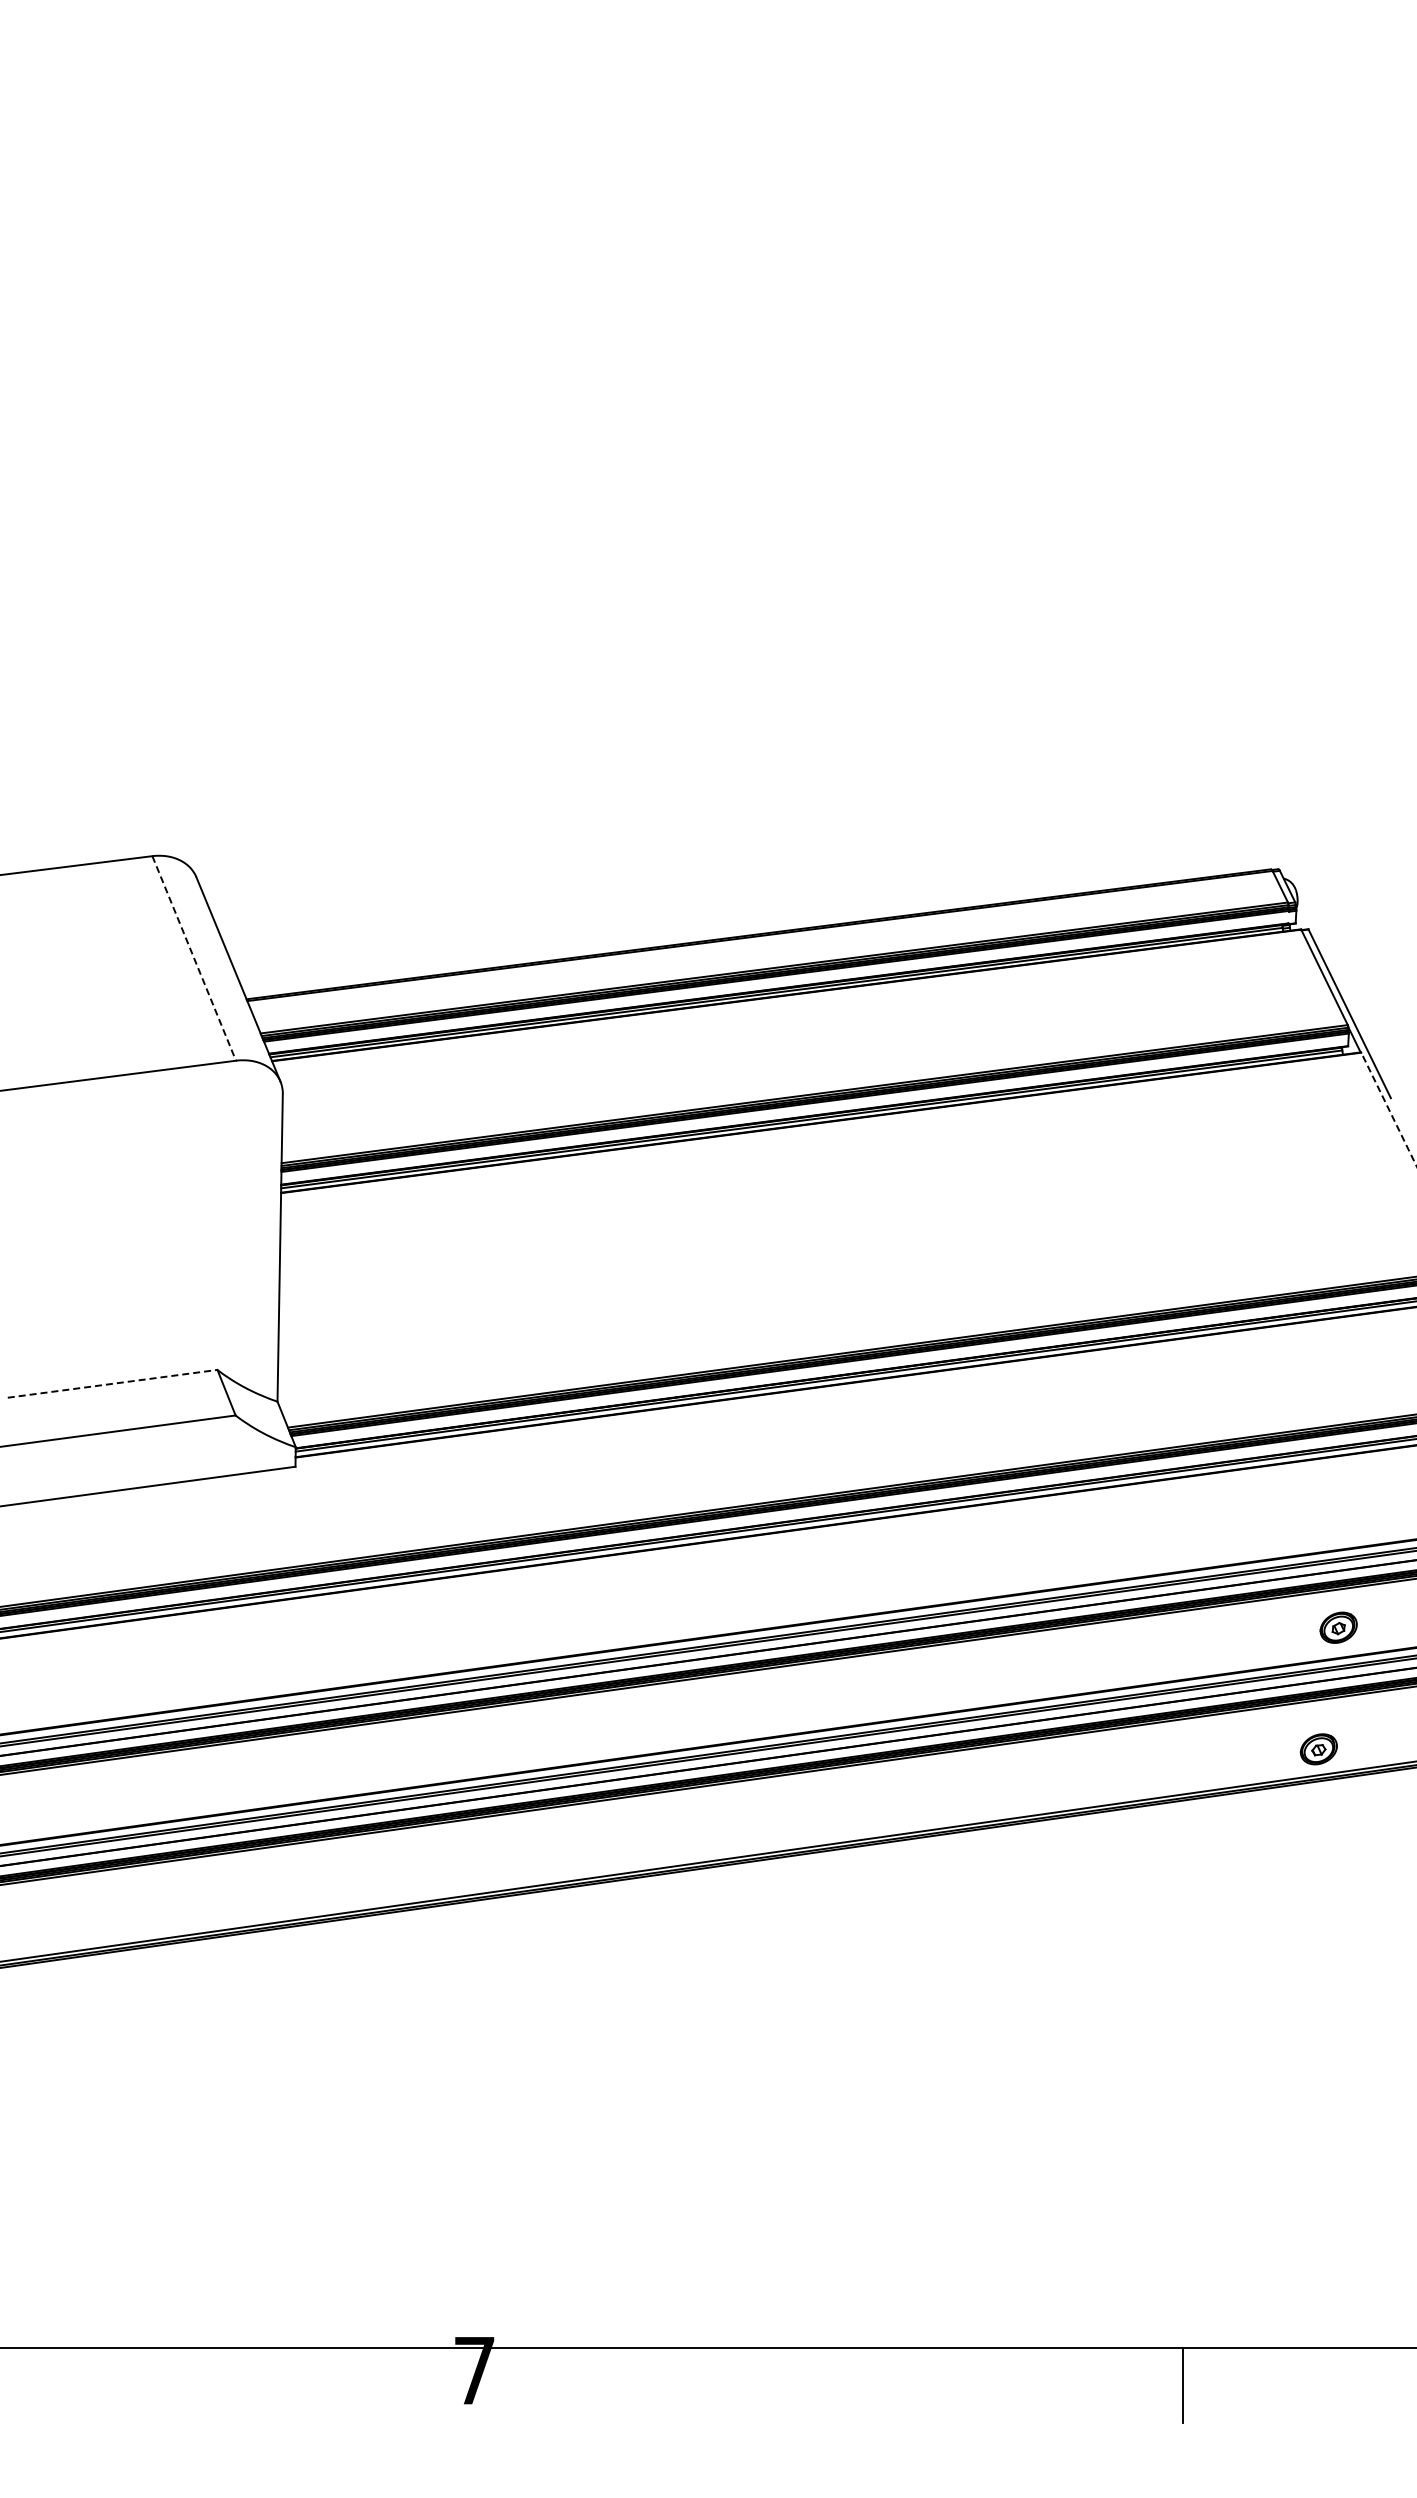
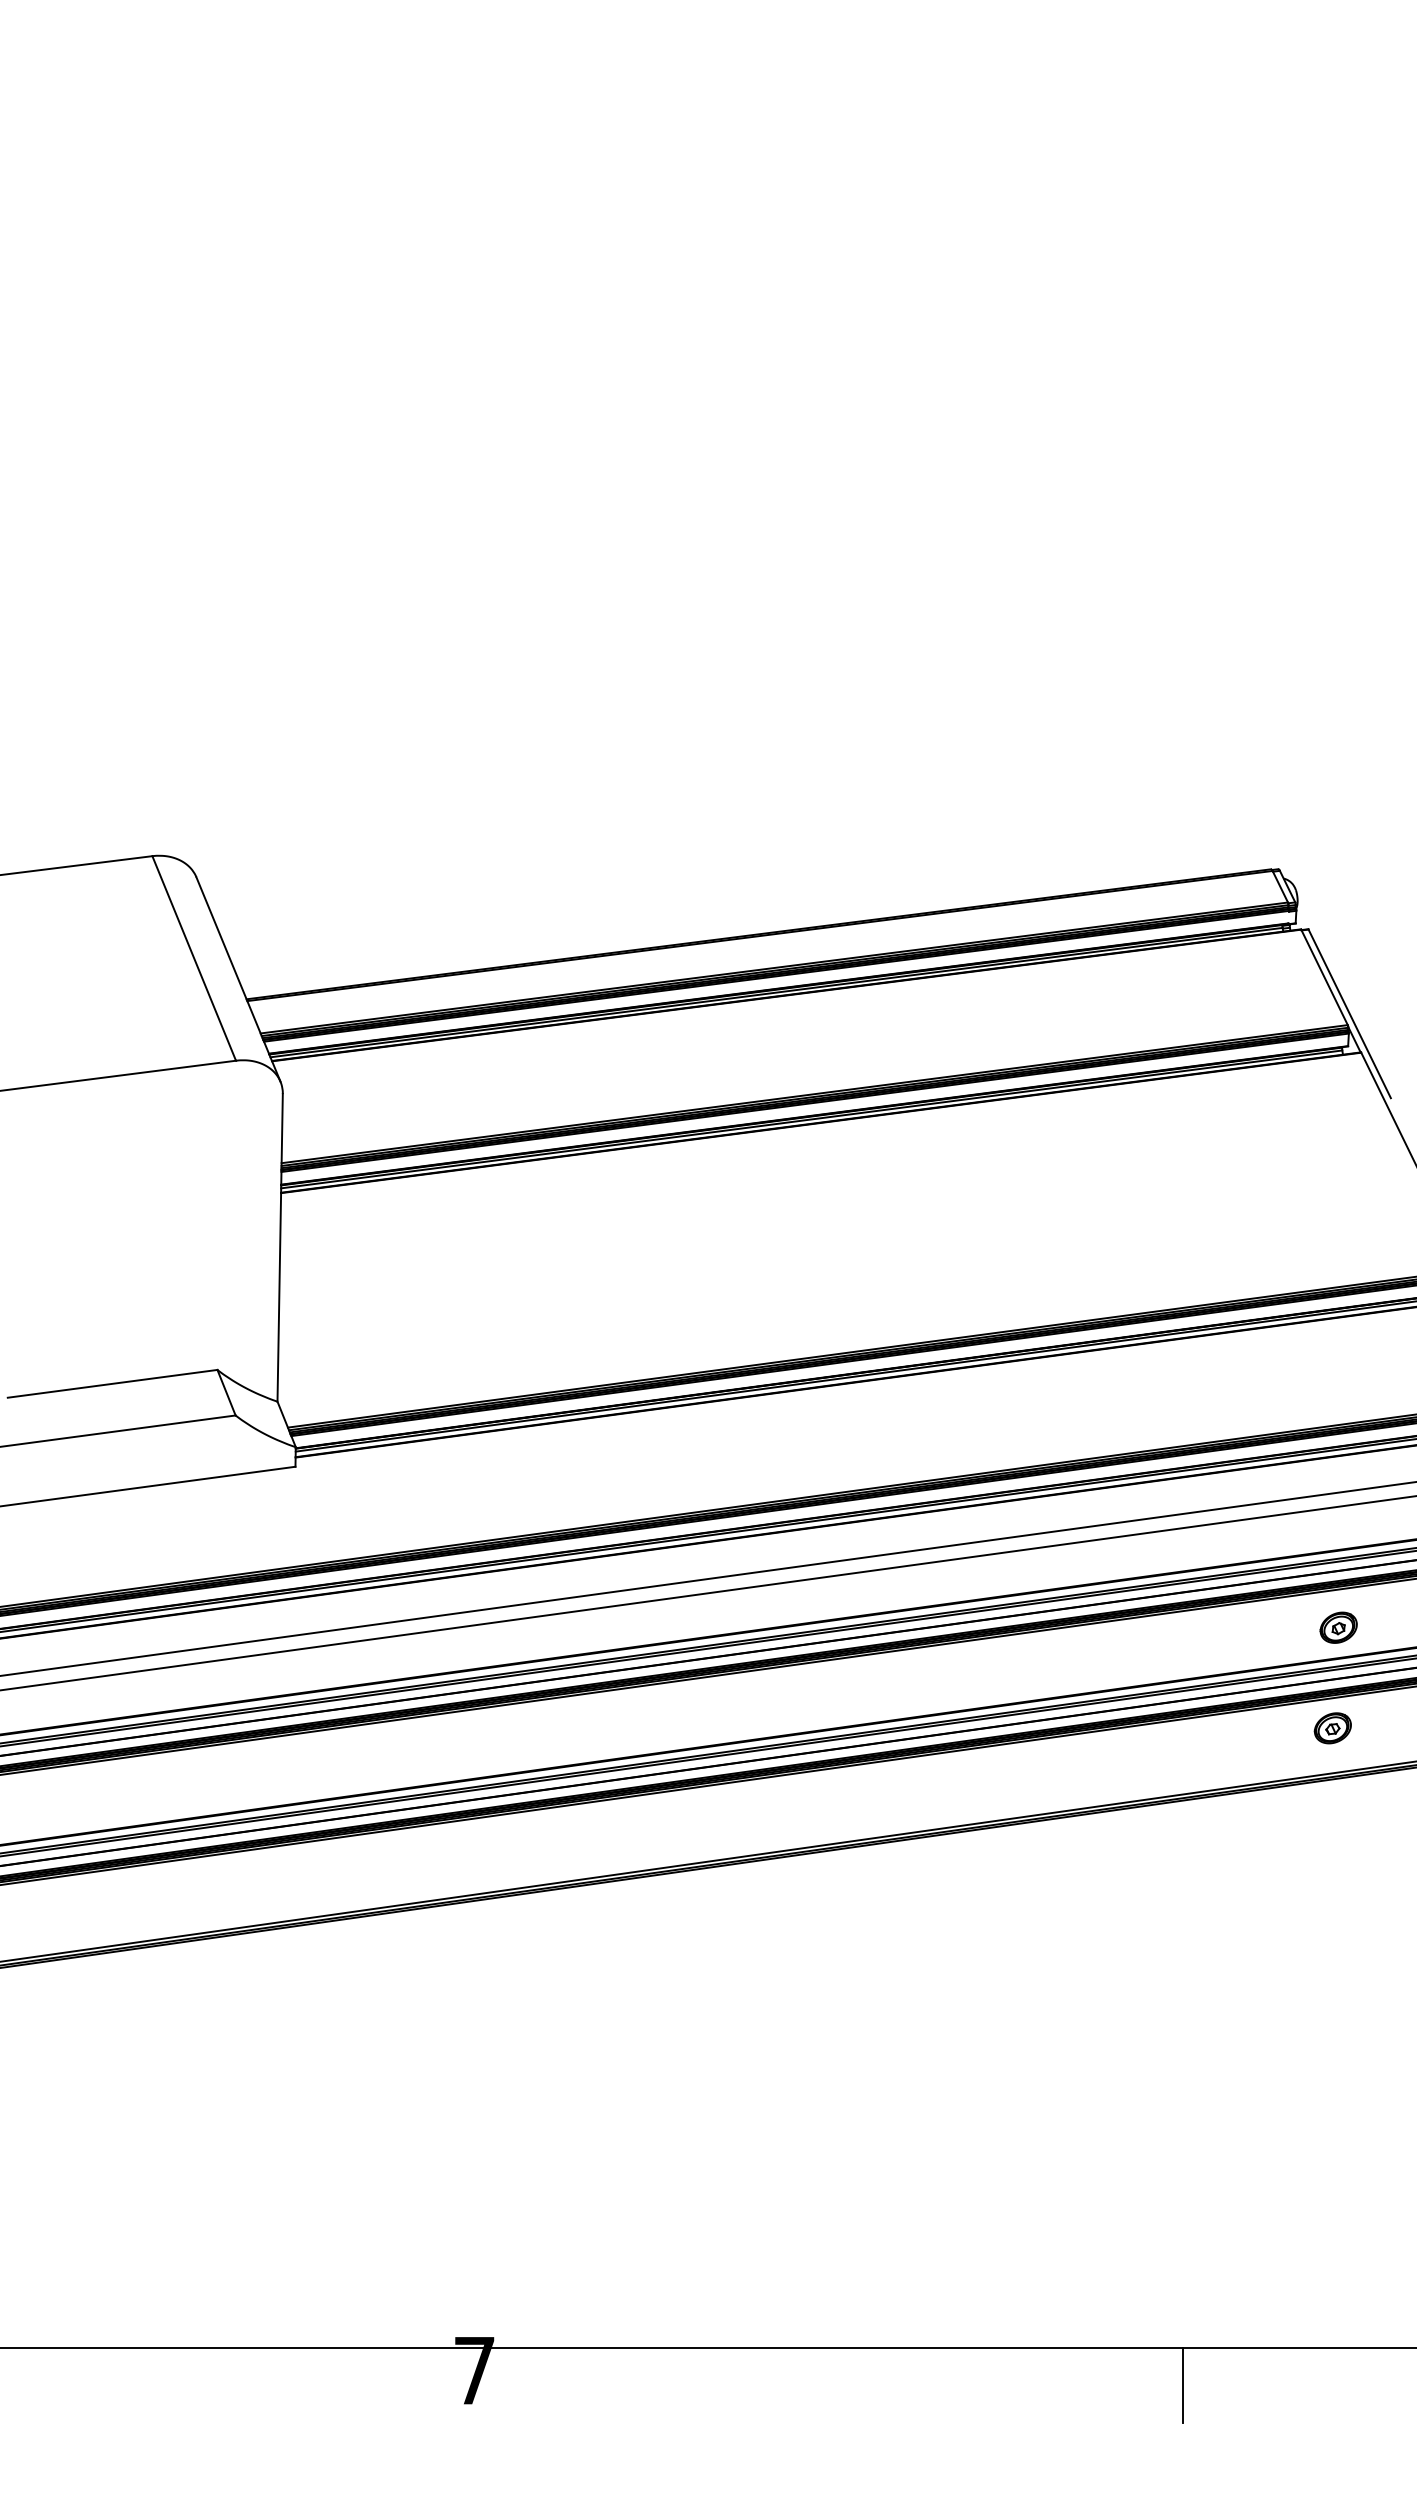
line at (194, 958): dashed -> solid
line at (1388, 1109): dashed -> solid
line at (112, 1383): dashed -> solid
line at (707, 1578): none -> present
line at (707, 1593): none -> present
part at (1318, 1749) position: (1318, 1749) -> (1332, 1728)
